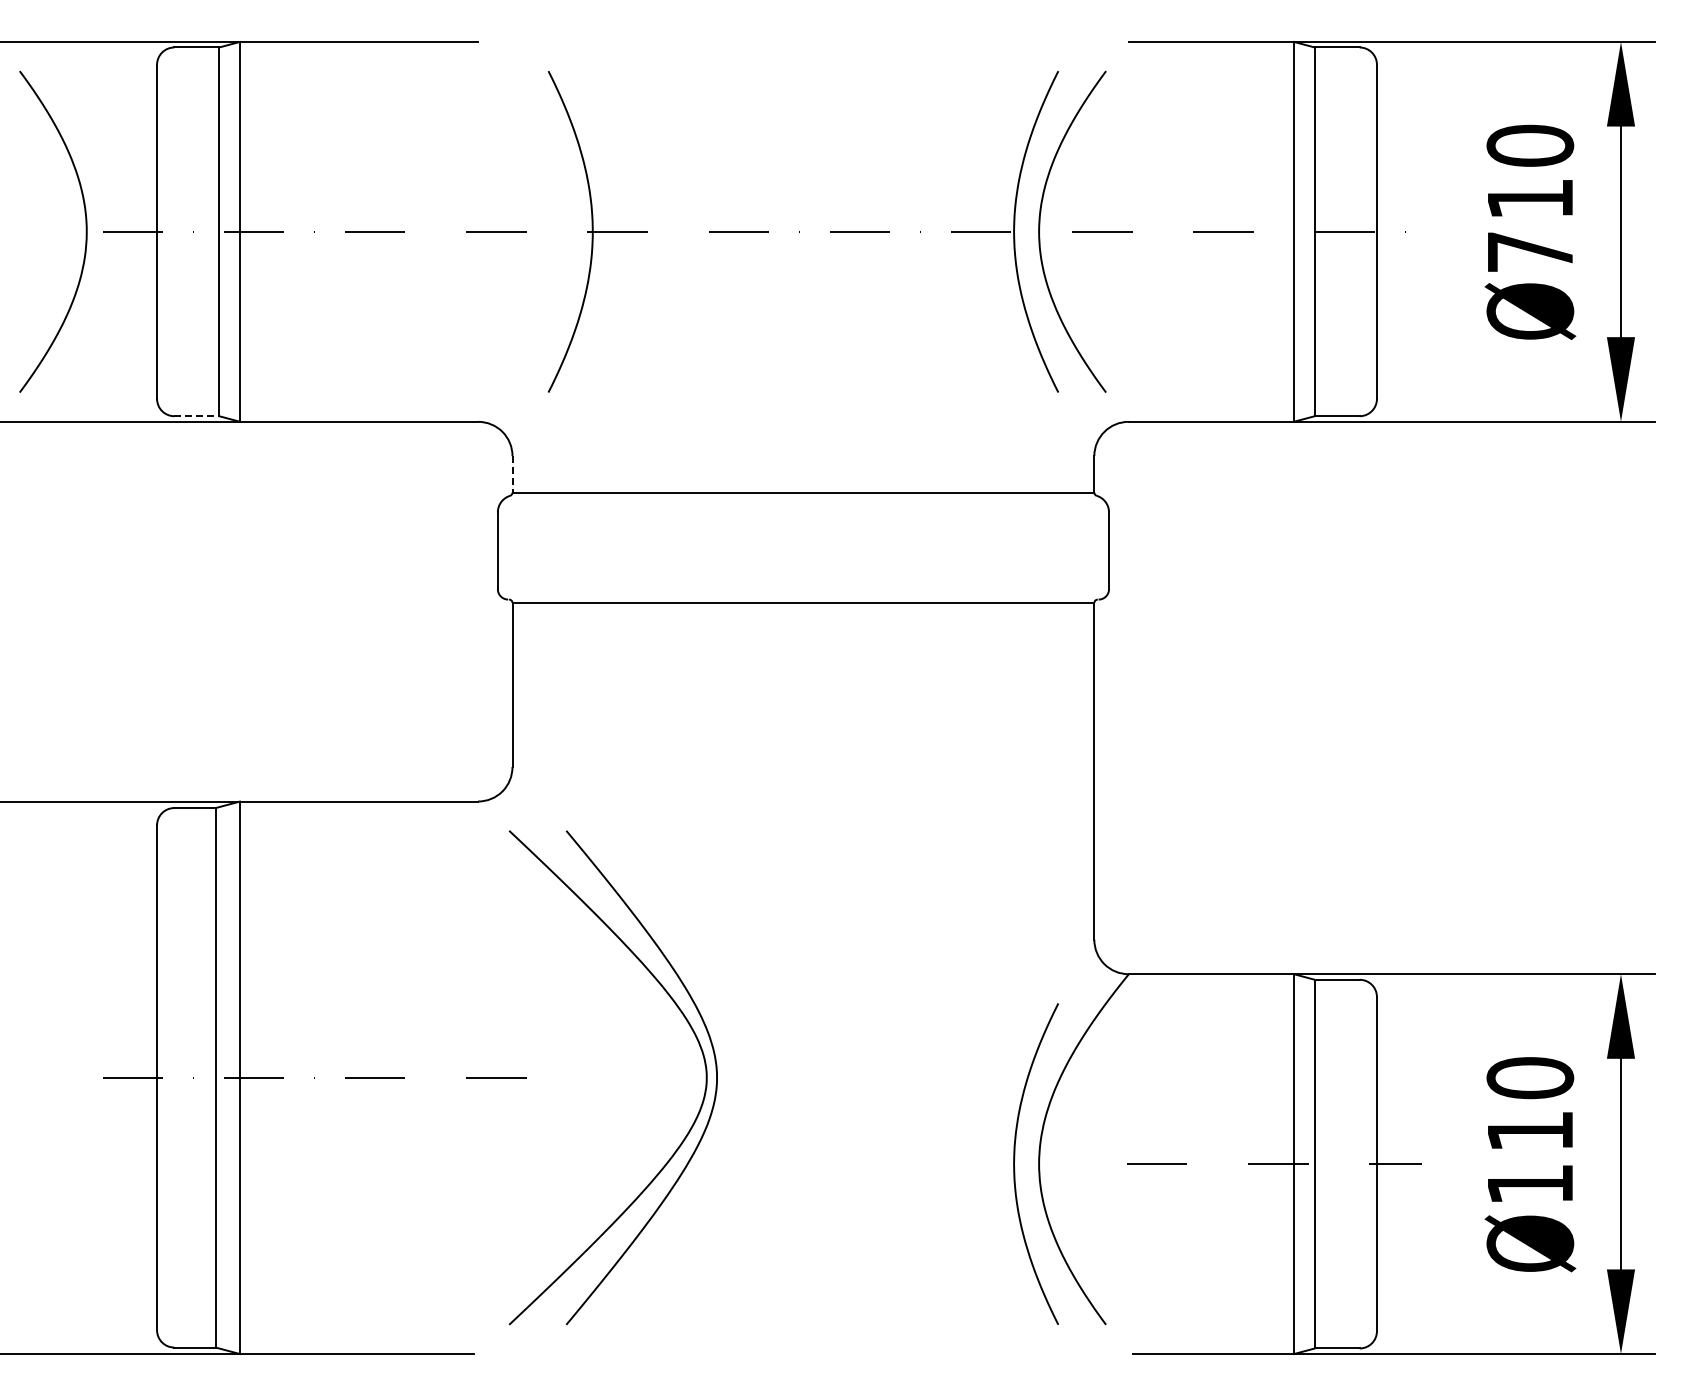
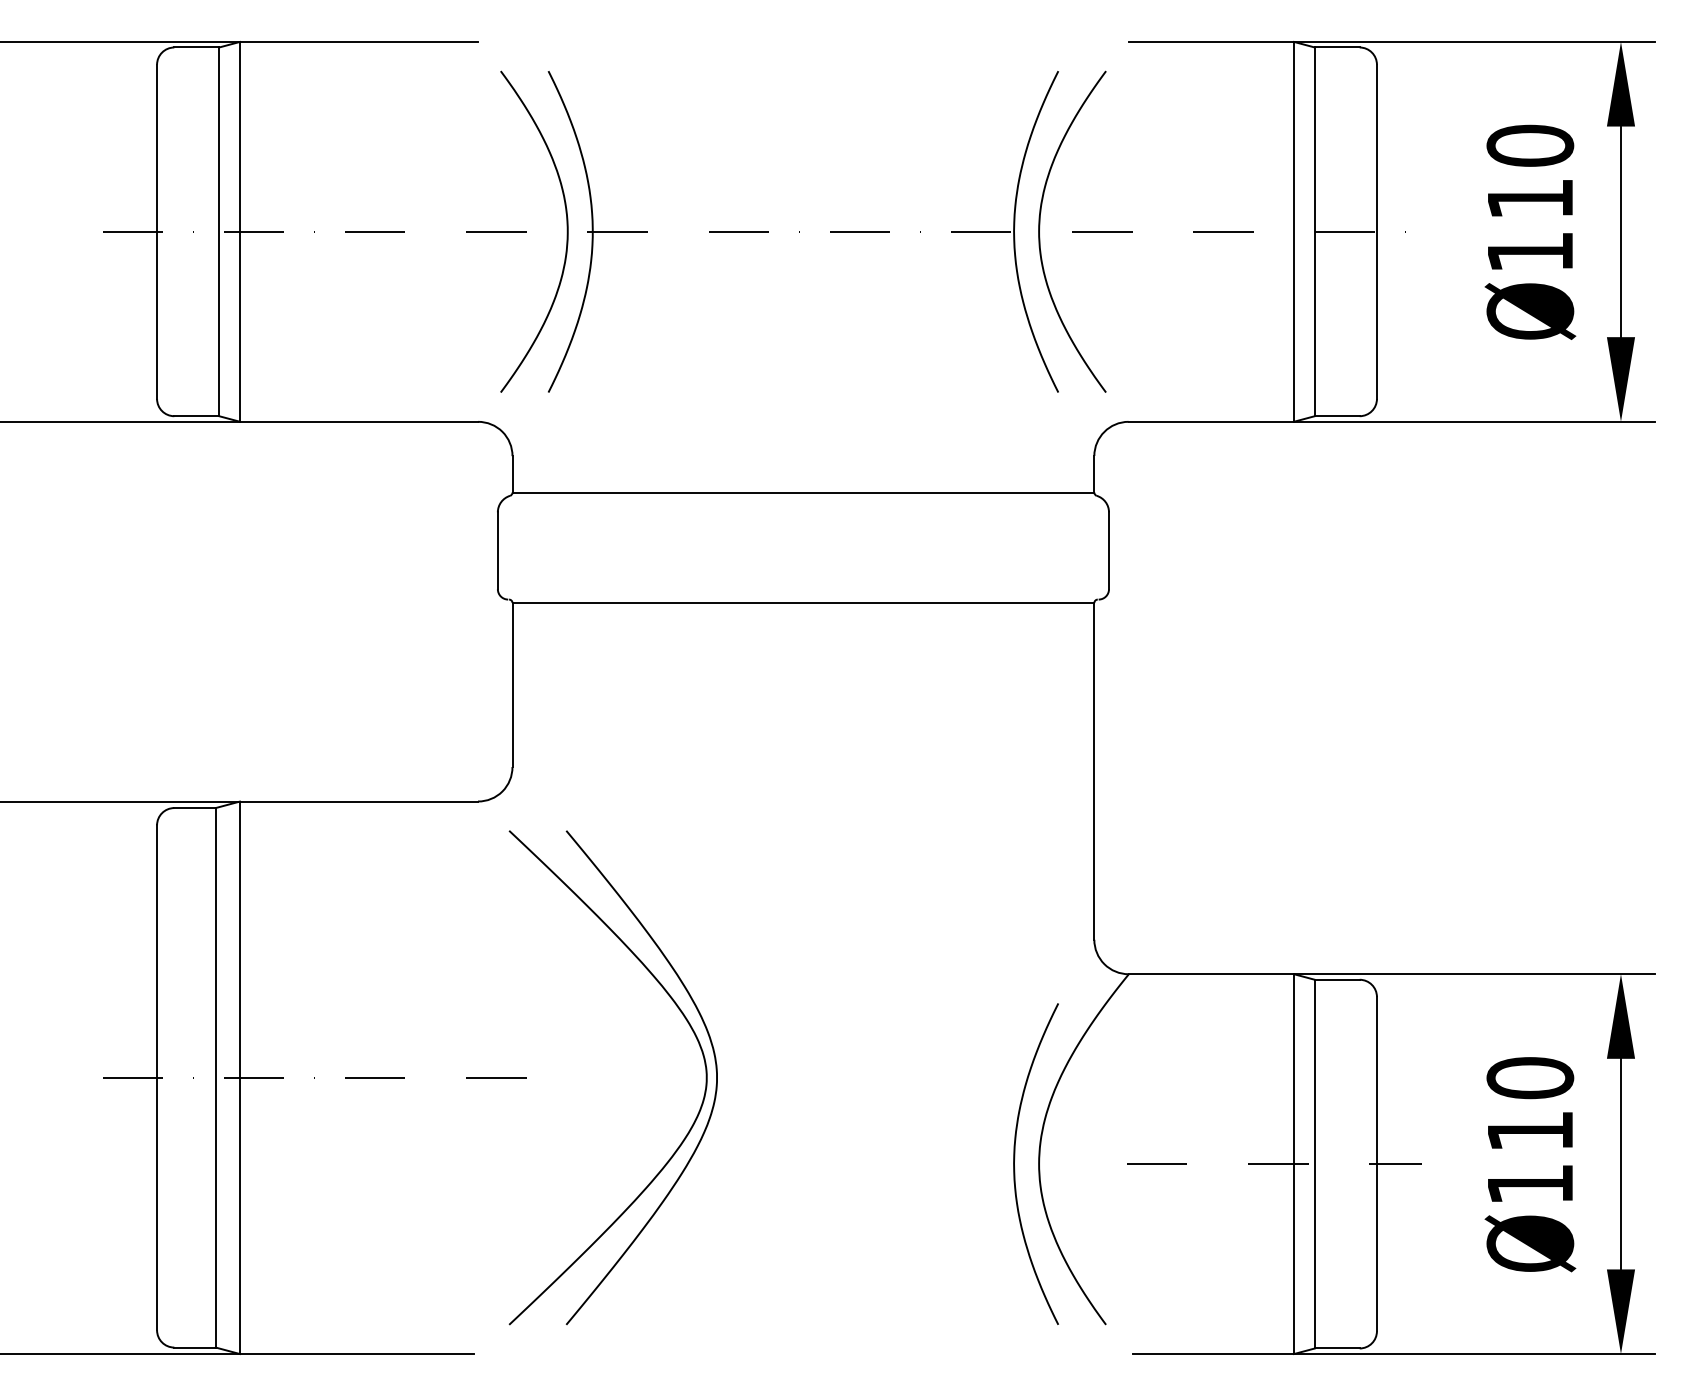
curve at (85, 231) position: (85, 231) -> (566, 231)
text at (1530, 251): Ø710 -> Ø110
line at (197, 416): dashed -> solid
line at (512, 474): dashed -> solid
